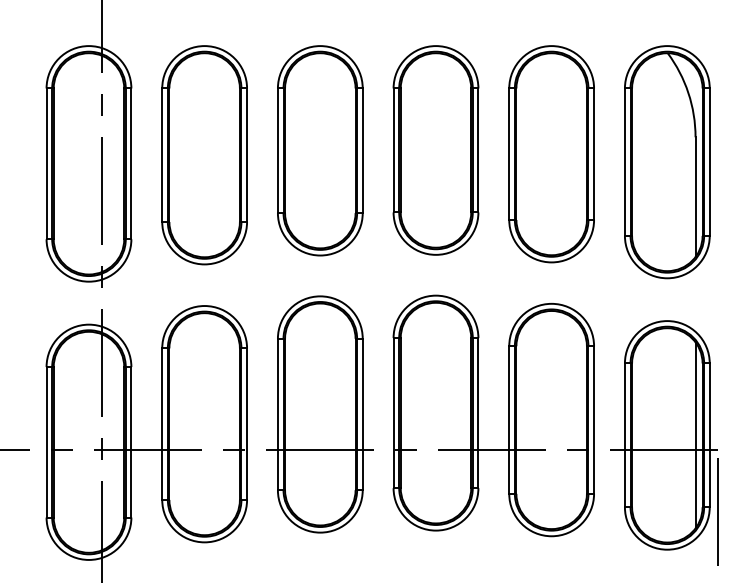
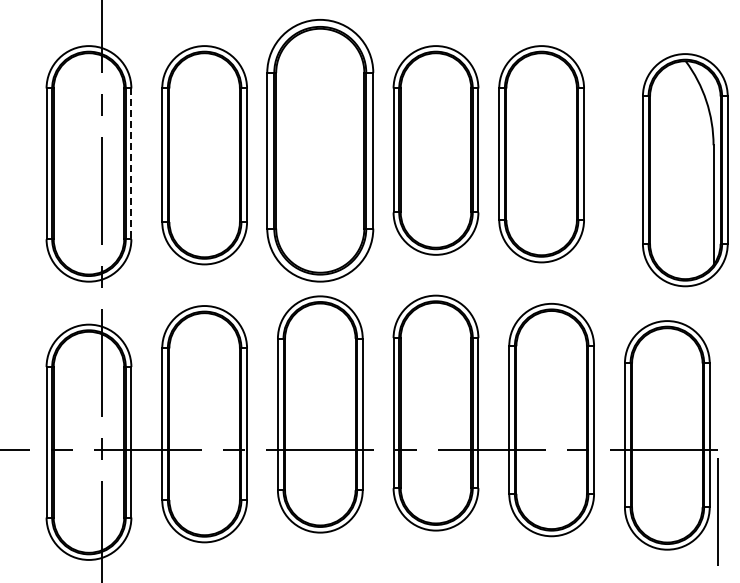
part at (320, 150) size: 87x212 px -> 109x264 px
part at (551, 154) position: (551, 154) -> (541, 154)
part at (667, 162) position: (667, 162) -> (685, 170)
line at (131, 164): solid -> dashed
line at (695, 435): present -> none
